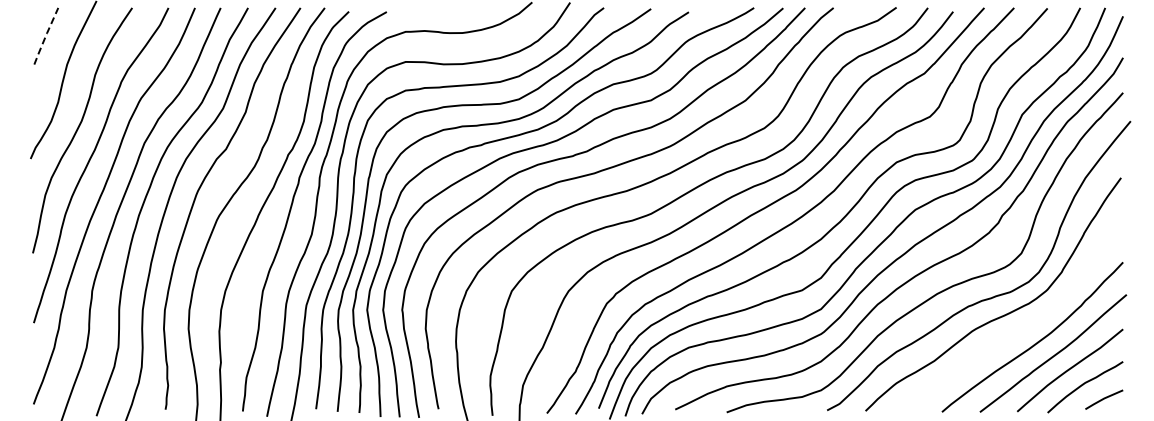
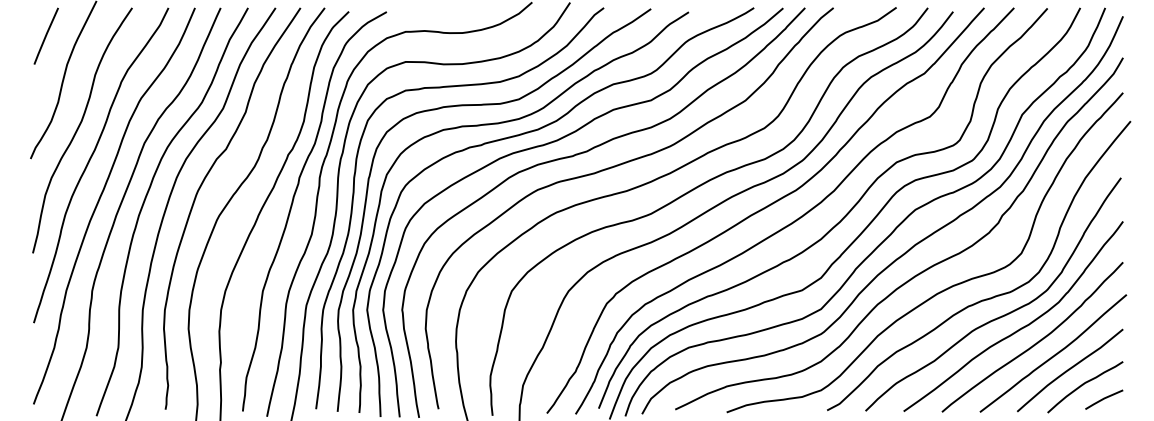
line at (45, 36): dashed -> solid
curve at (1019, 328): none -> present
